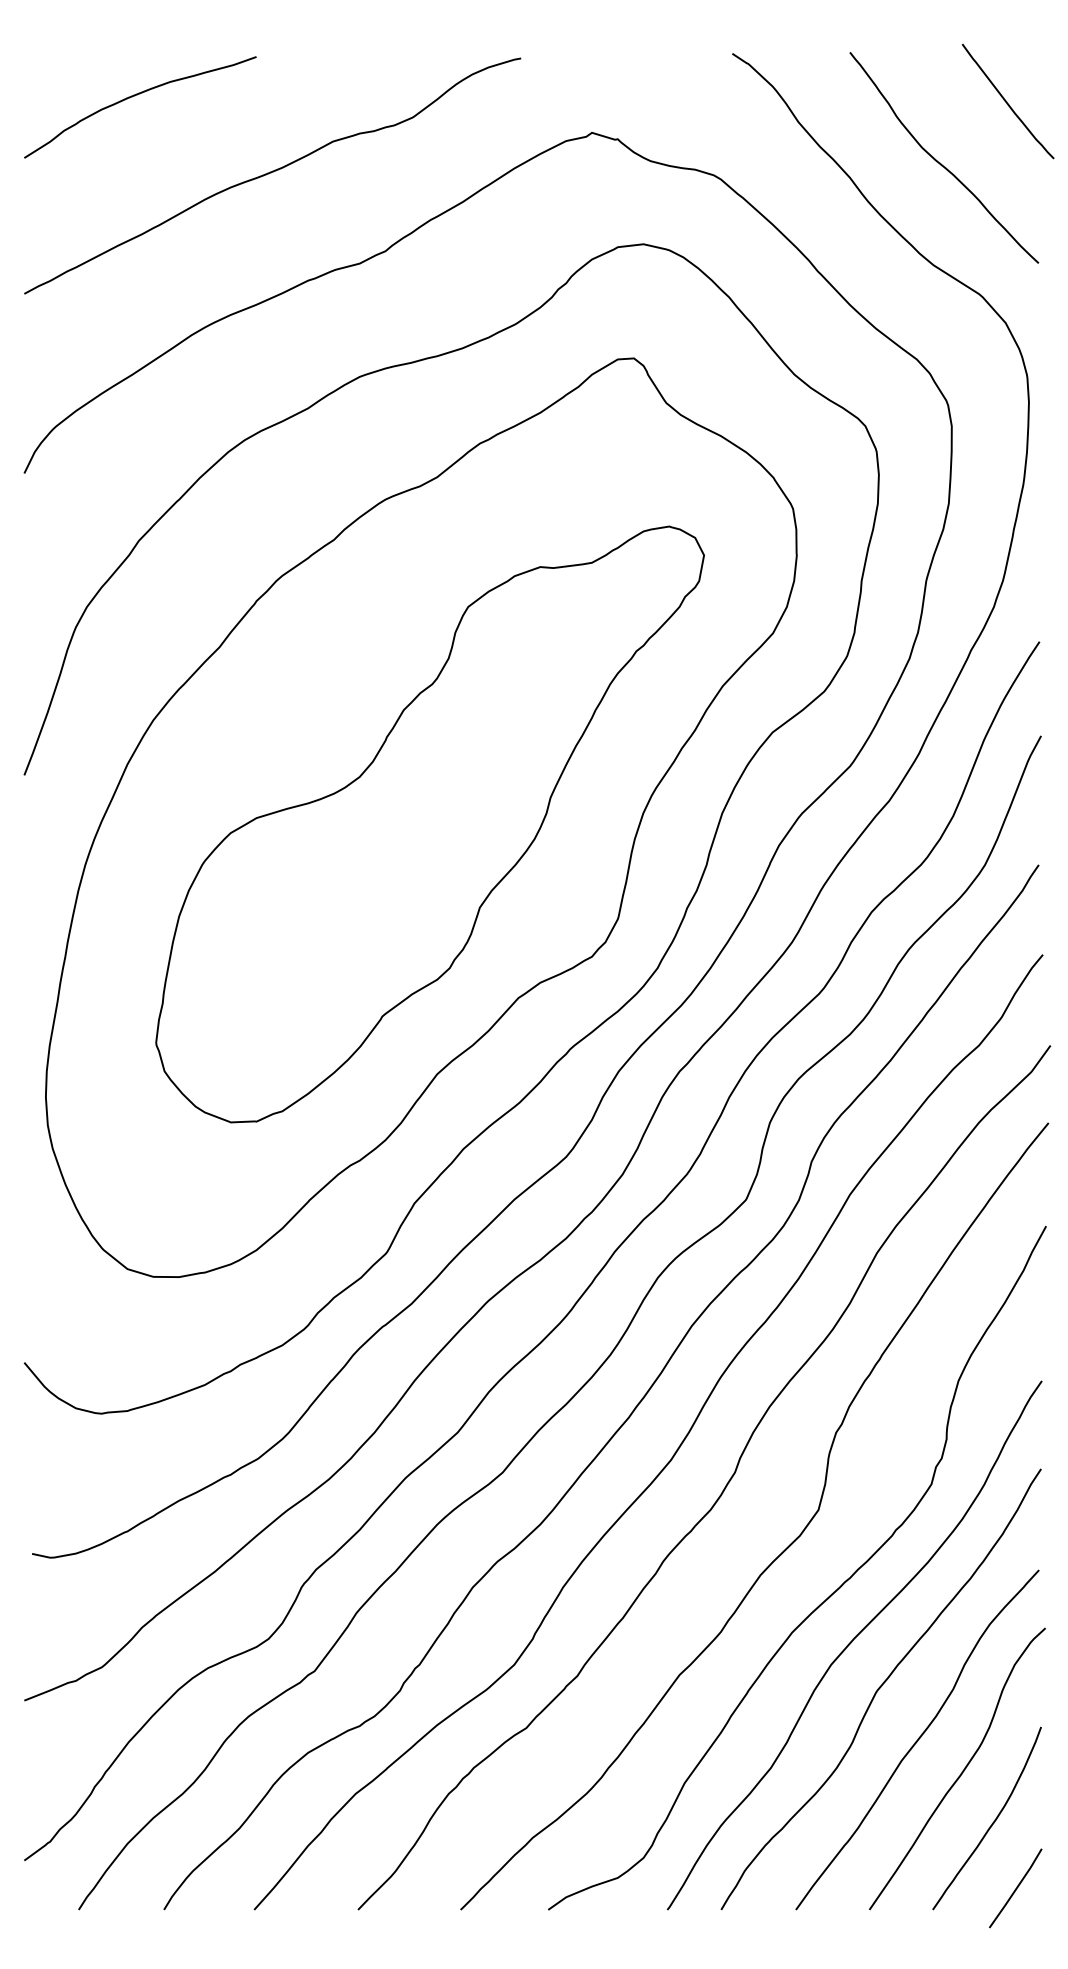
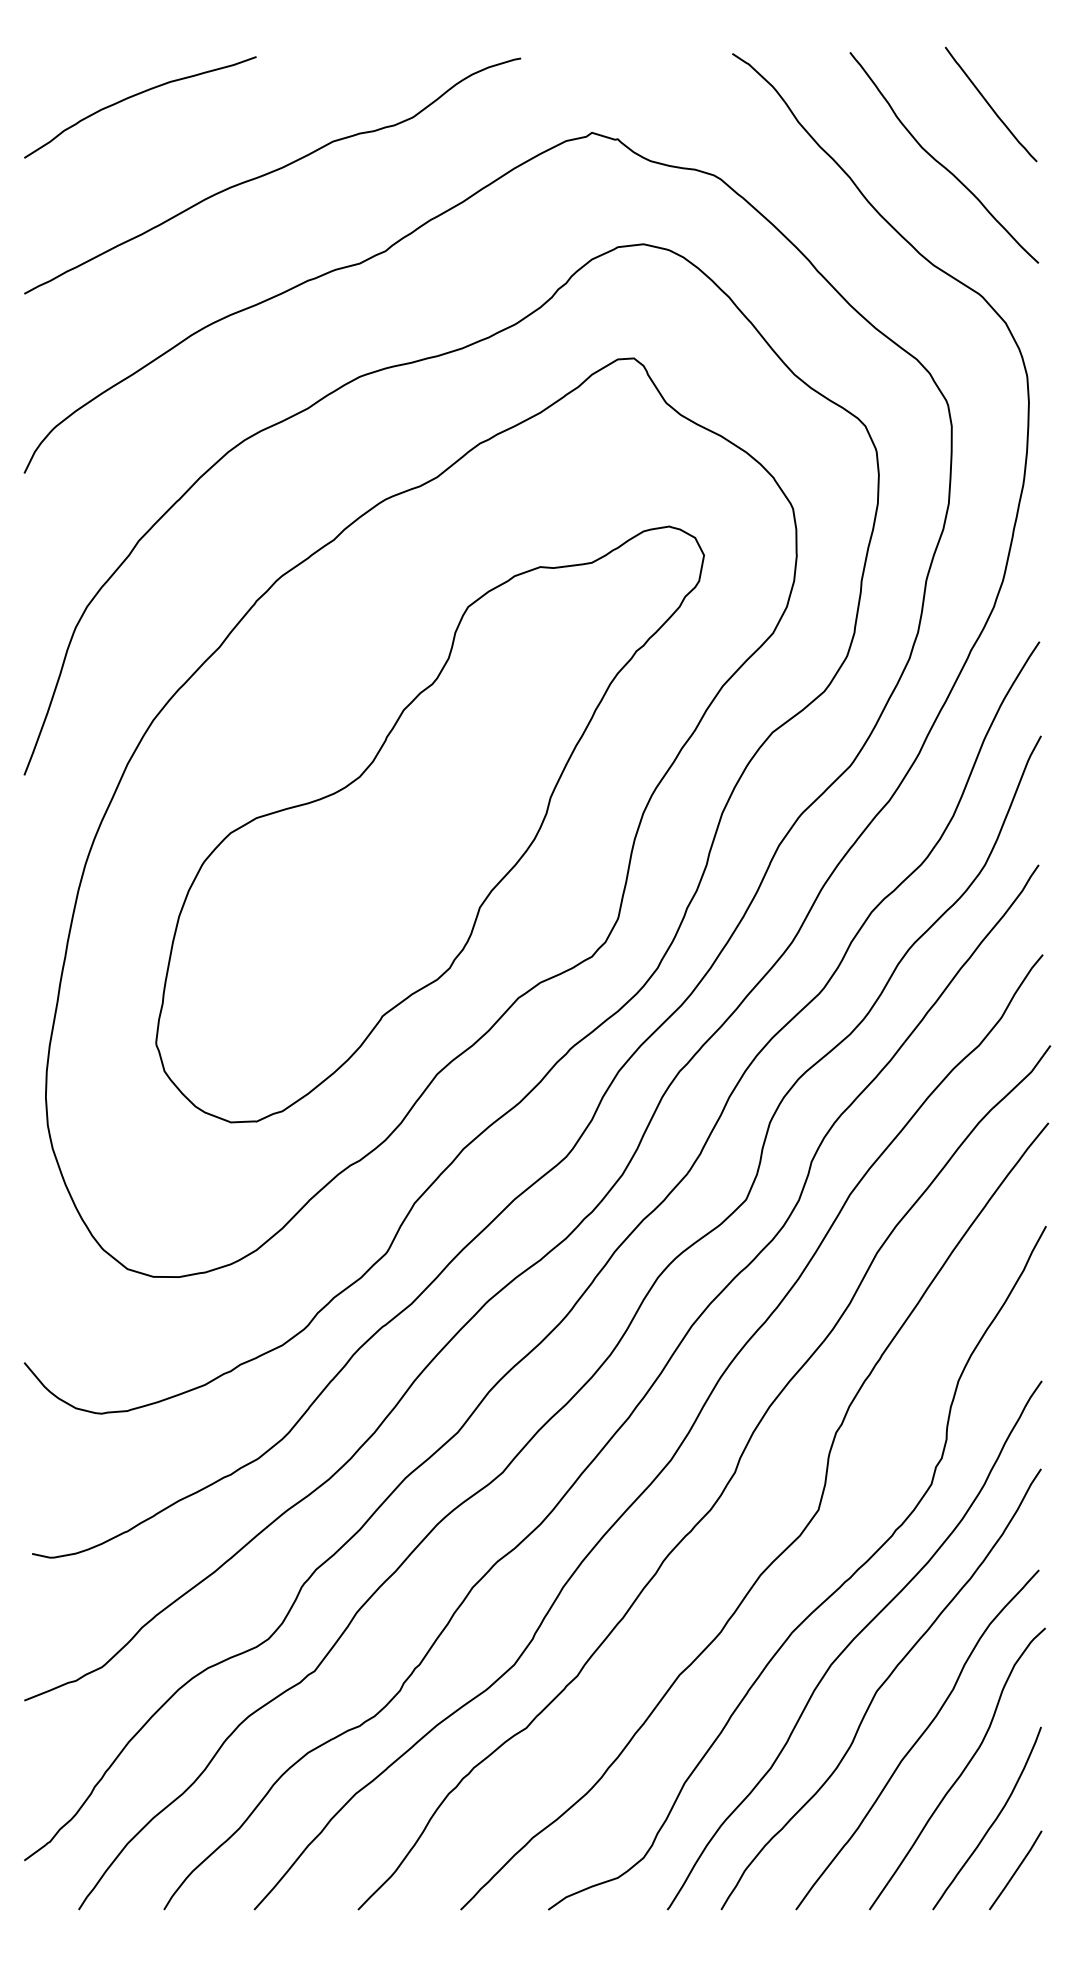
curve at (1007, 101) position: (1007, 101) -> (990, 104)
line at (1015, 1888) position: (1015, 1888) -> (1015, 1870)
